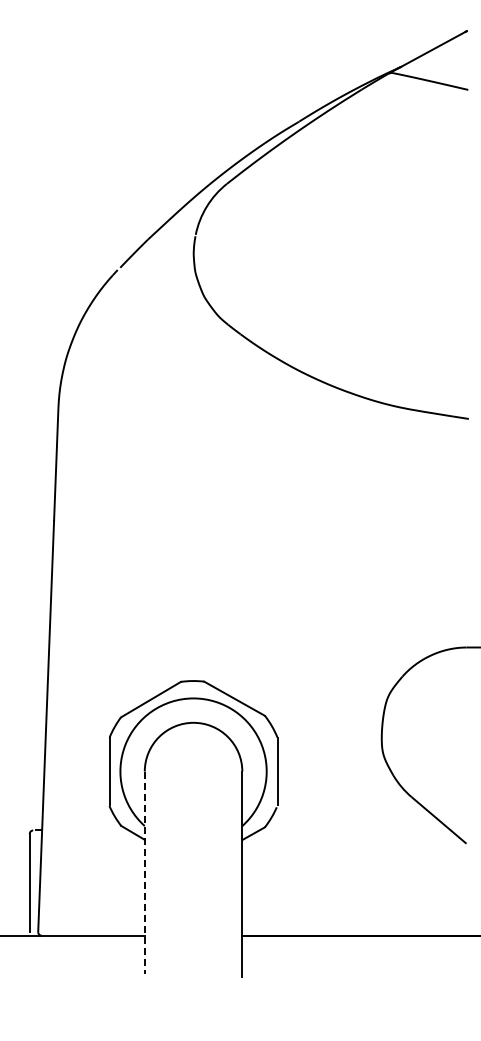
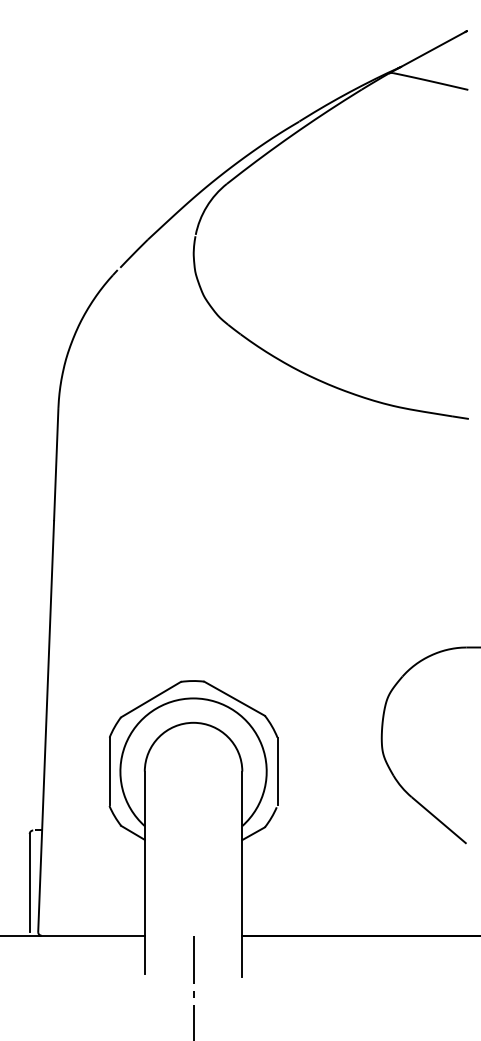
line at (144, 873): dashed -> solid
line at (193, 986): none -> present
